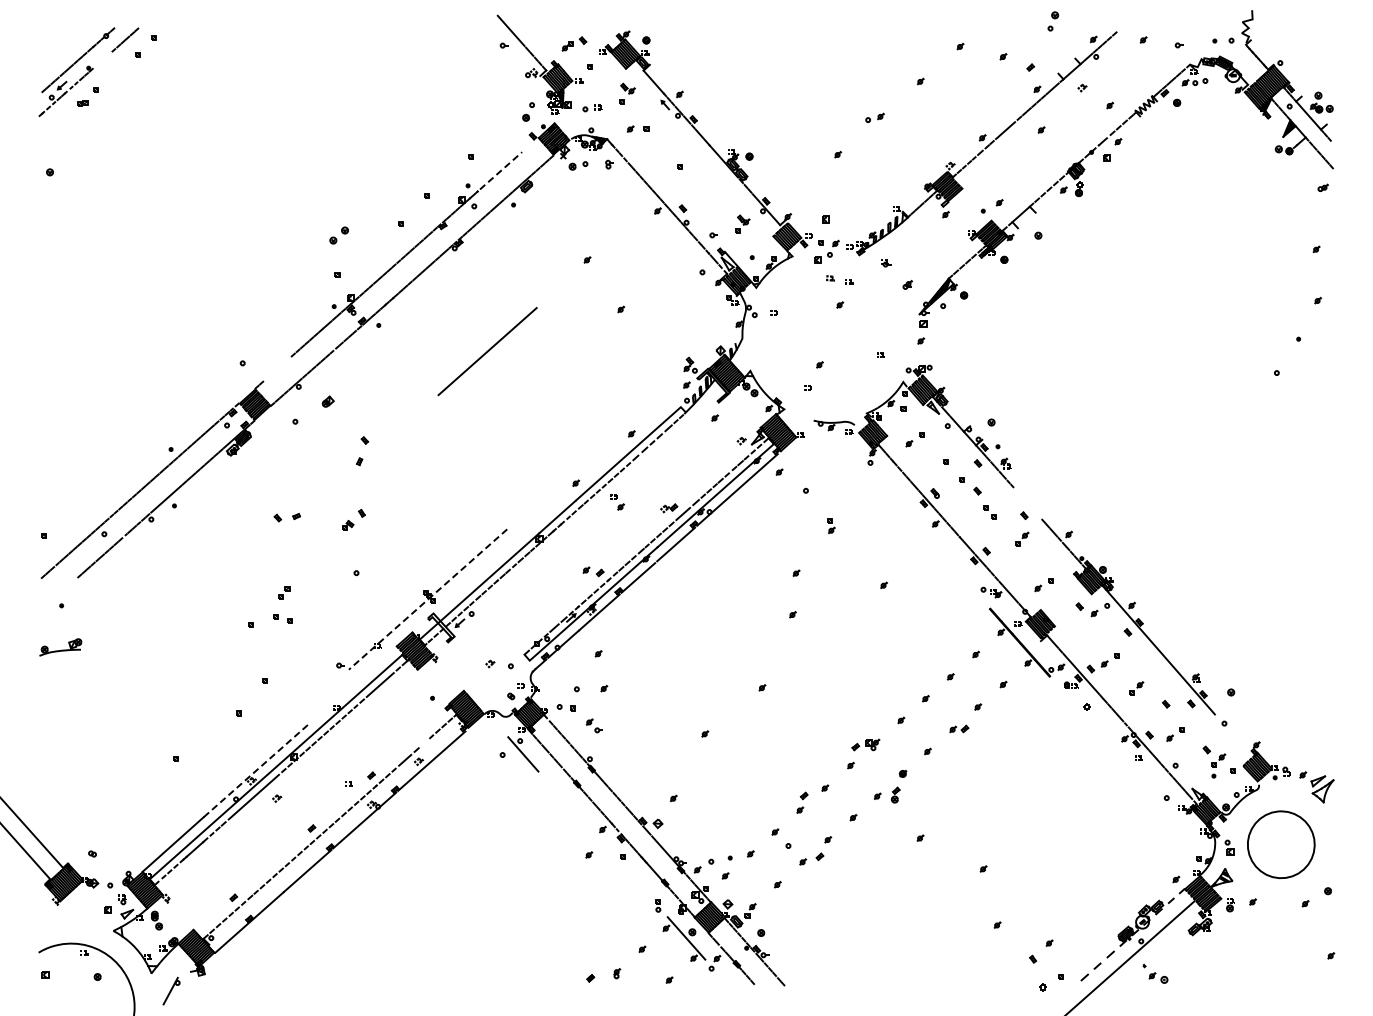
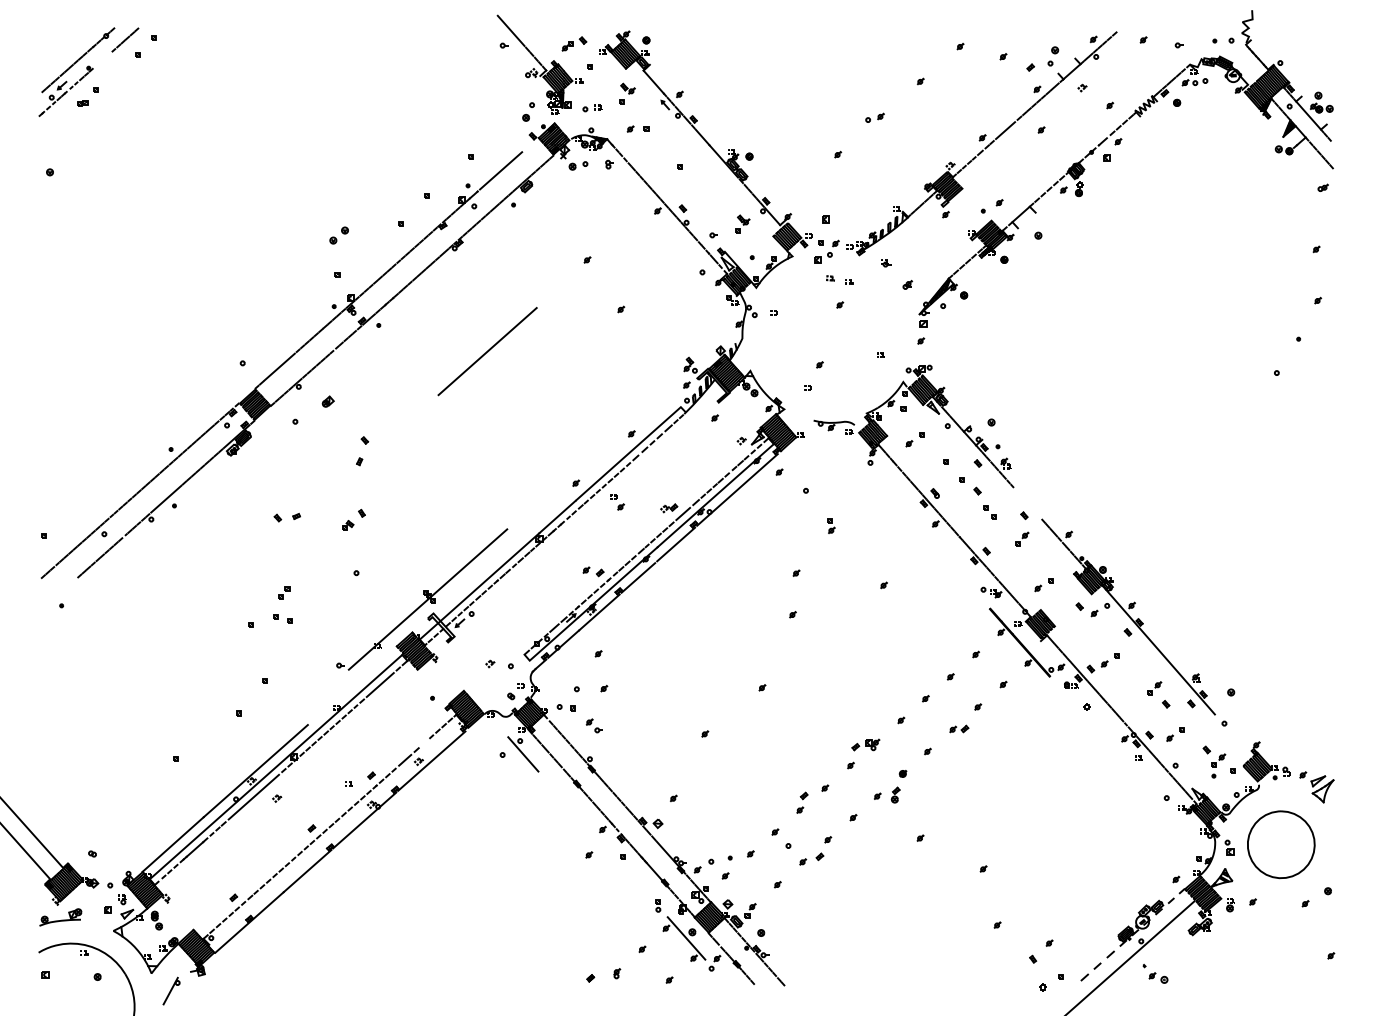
part at (1053, 21) position: (1053, 21) -> (1053, 56)
line at (501, 170): dashed -> solid
line at (277, 368): none -> present
line at (428, 599): dashed -> solid
part at (60, 647) position: (60, 647) -> (60, 917)
part at (1136, 688) position: (1136, 688) -> (1154, 688)
line at (255, 771): dashed -> solid
